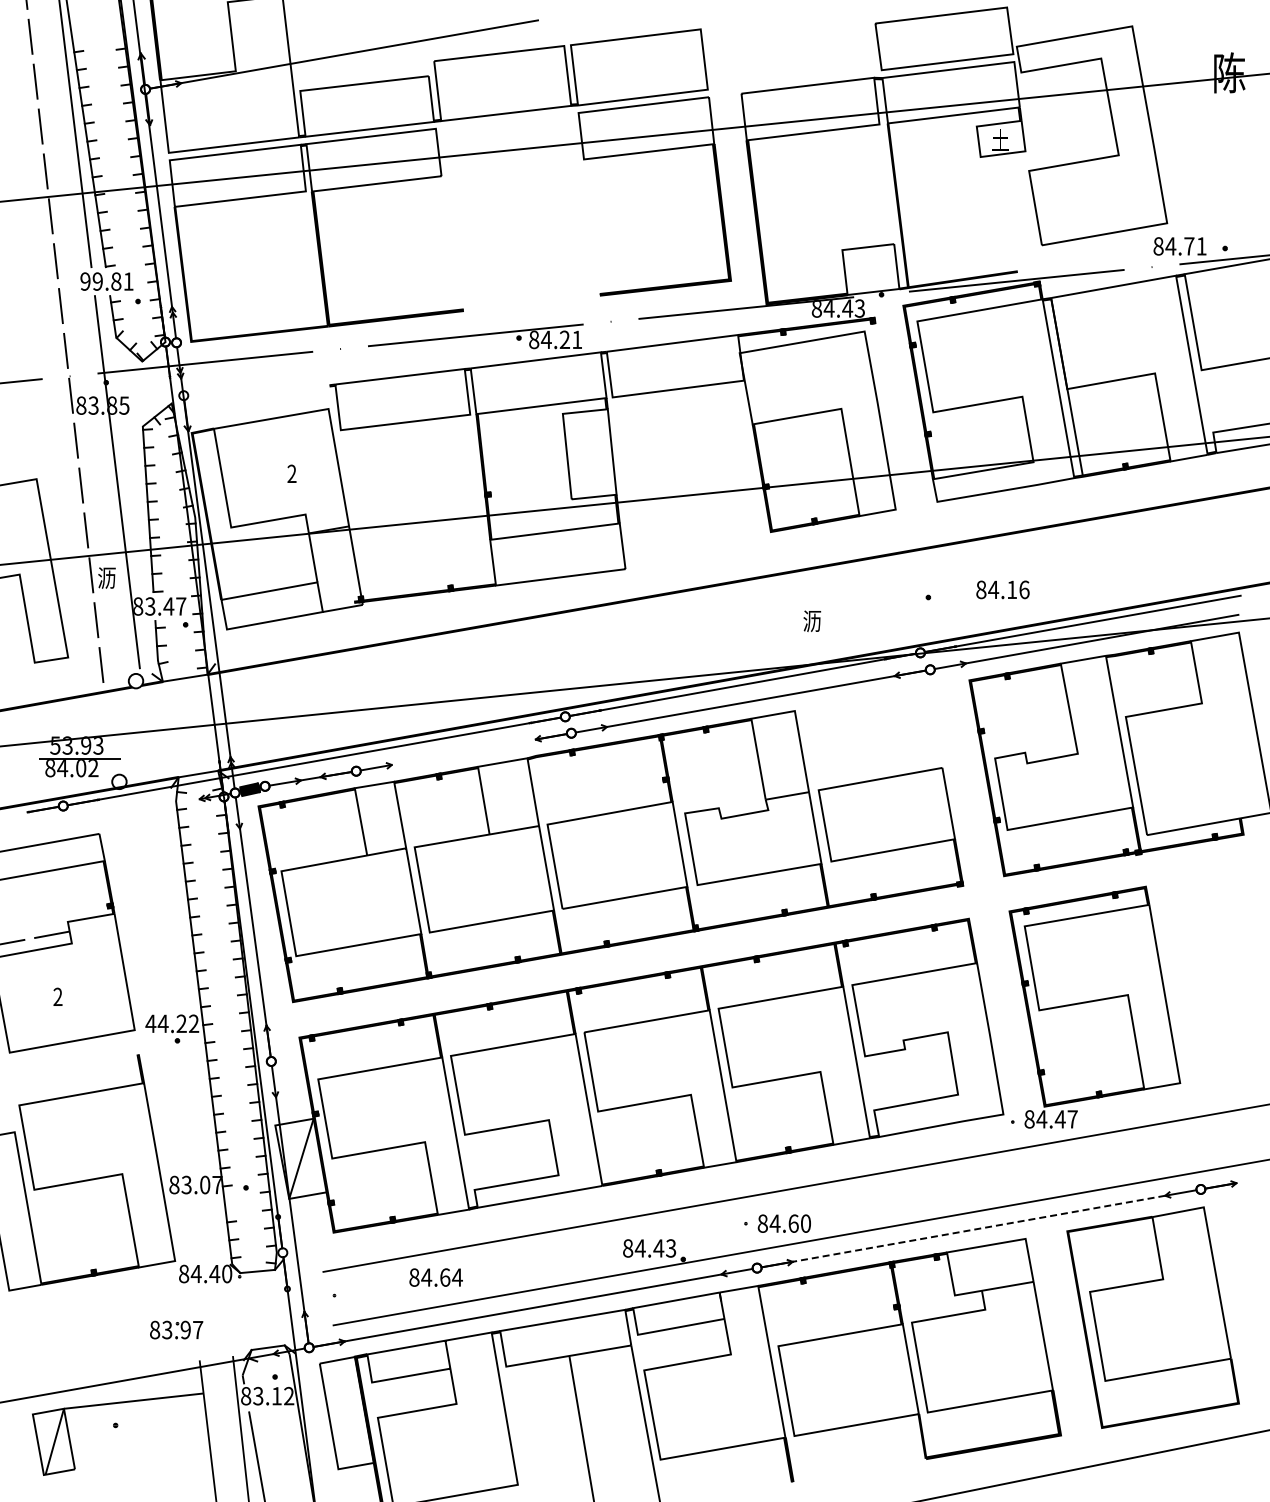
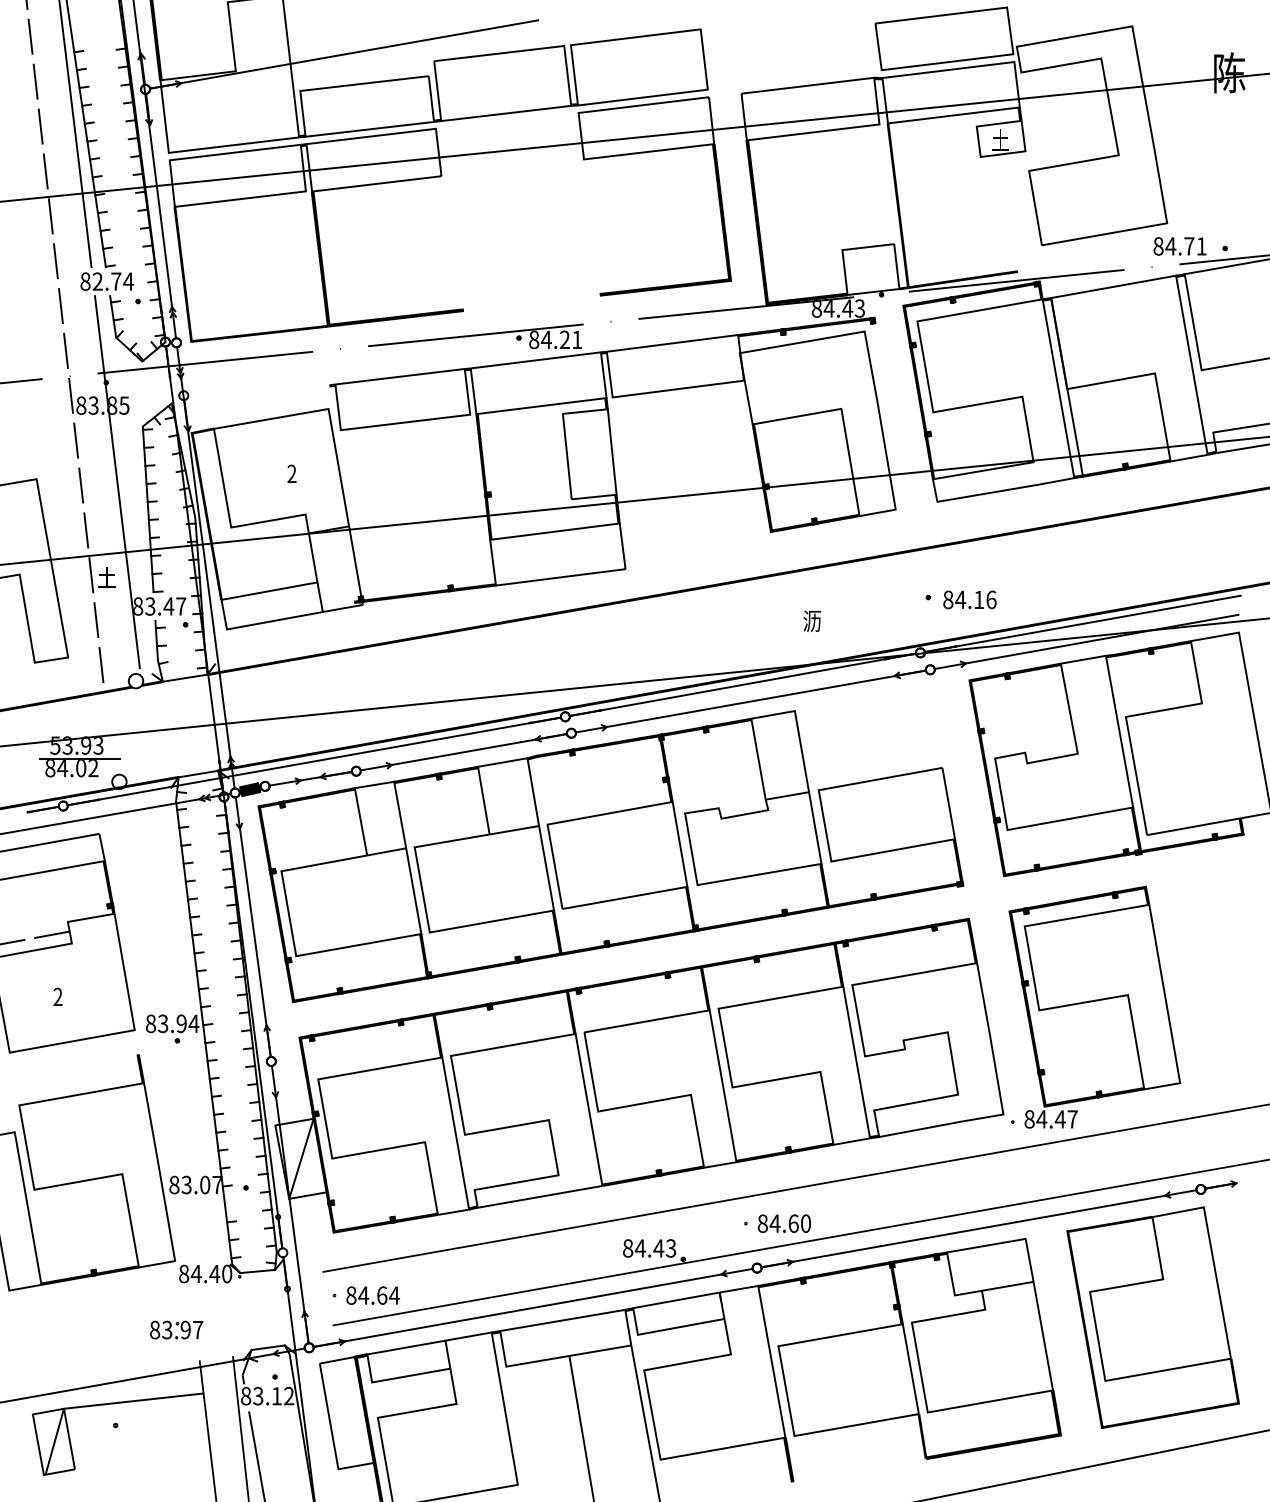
text at (107, 281): 99.81 -> 82.74
text at (106, 577): 沥 -> 土
text at (1002, 589) position: (1002, 589) -> (969, 599)
line at (463, 751): none -> present
line at (100, 816): none -> present
text at (172, 1023): 44.22 -> 83.94
line at (978, 1228): dashed -> solid
text at (435, 1277) position: (435, 1277) -> (372, 1295)
